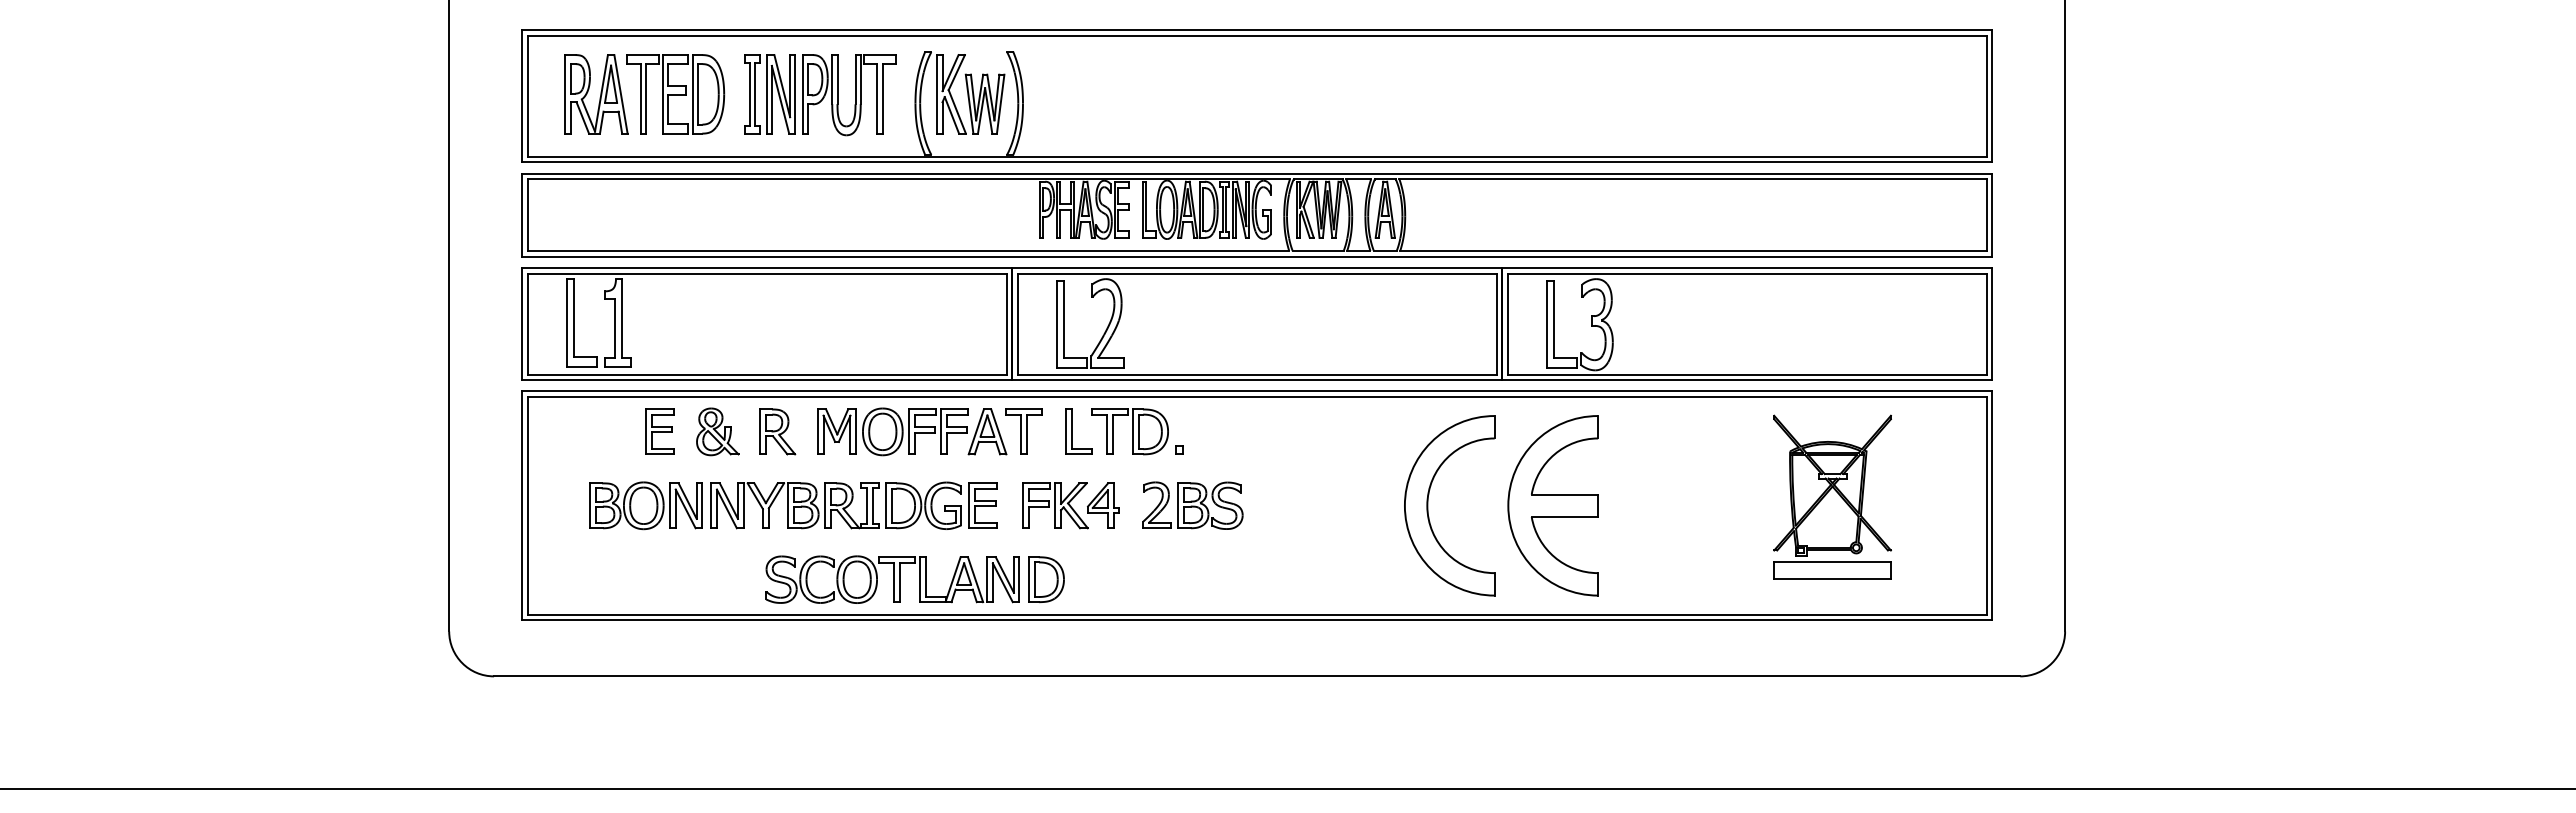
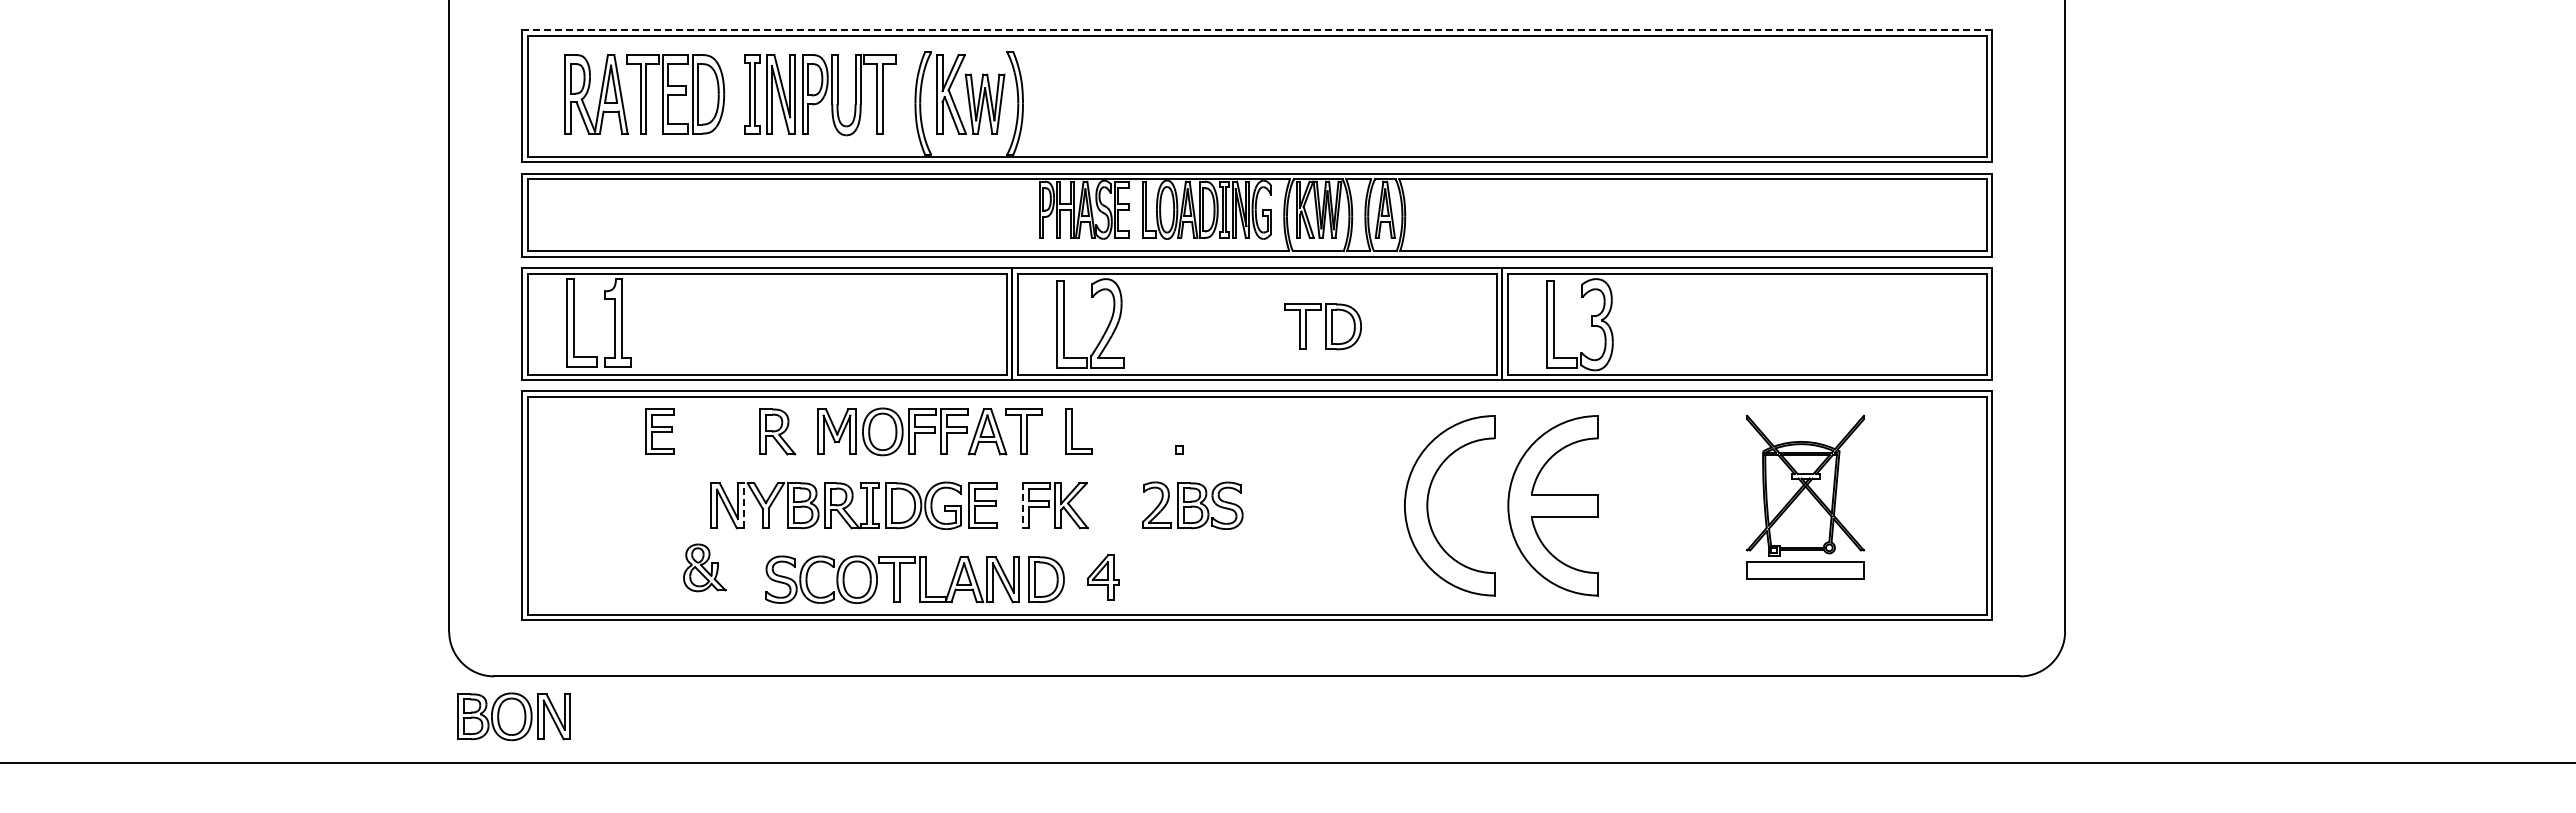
line at (1256, 30): solid -> dashed
part at (717, 431) position: (717, 431) -> (704, 567)
part at (1129, 431) position: (1129, 431) -> (1322, 326)
part at (1832, 496) position: (1832, 496) -> (1805, 496)
part at (645, 505) position: (645, 505) -> (513, 716)
line at (743, 505): solid -> dashed
part at (1103, 505) position: (1103, 505) -> (1103, 577)
line at (1022, 506): solid -> dashed
line at (1287, 788) position: (1287, 788) -> (1287, 762)
